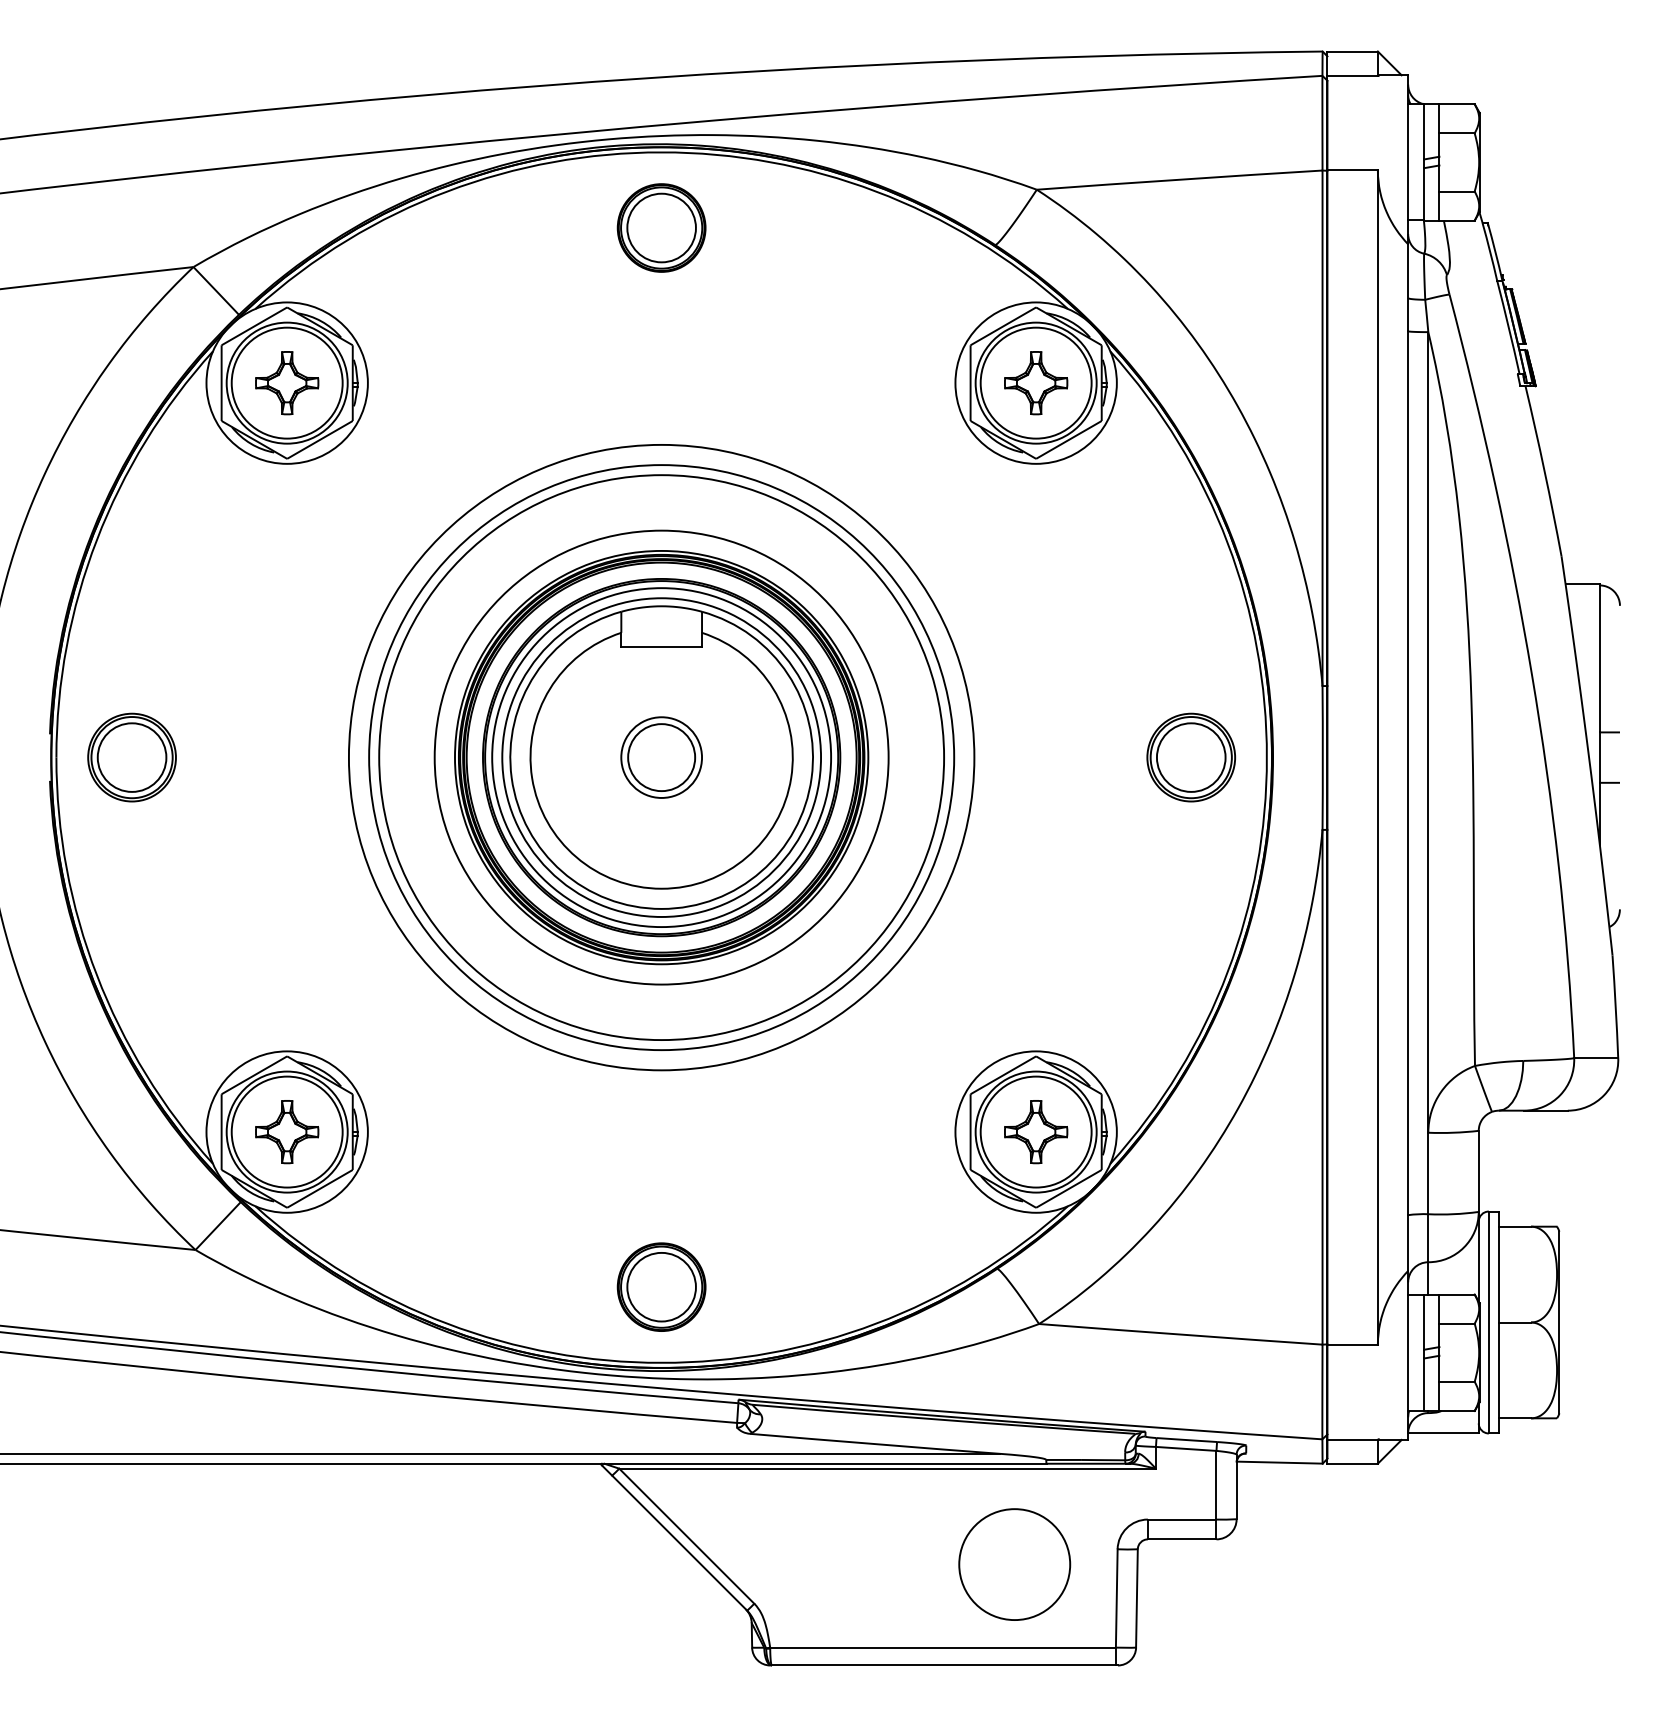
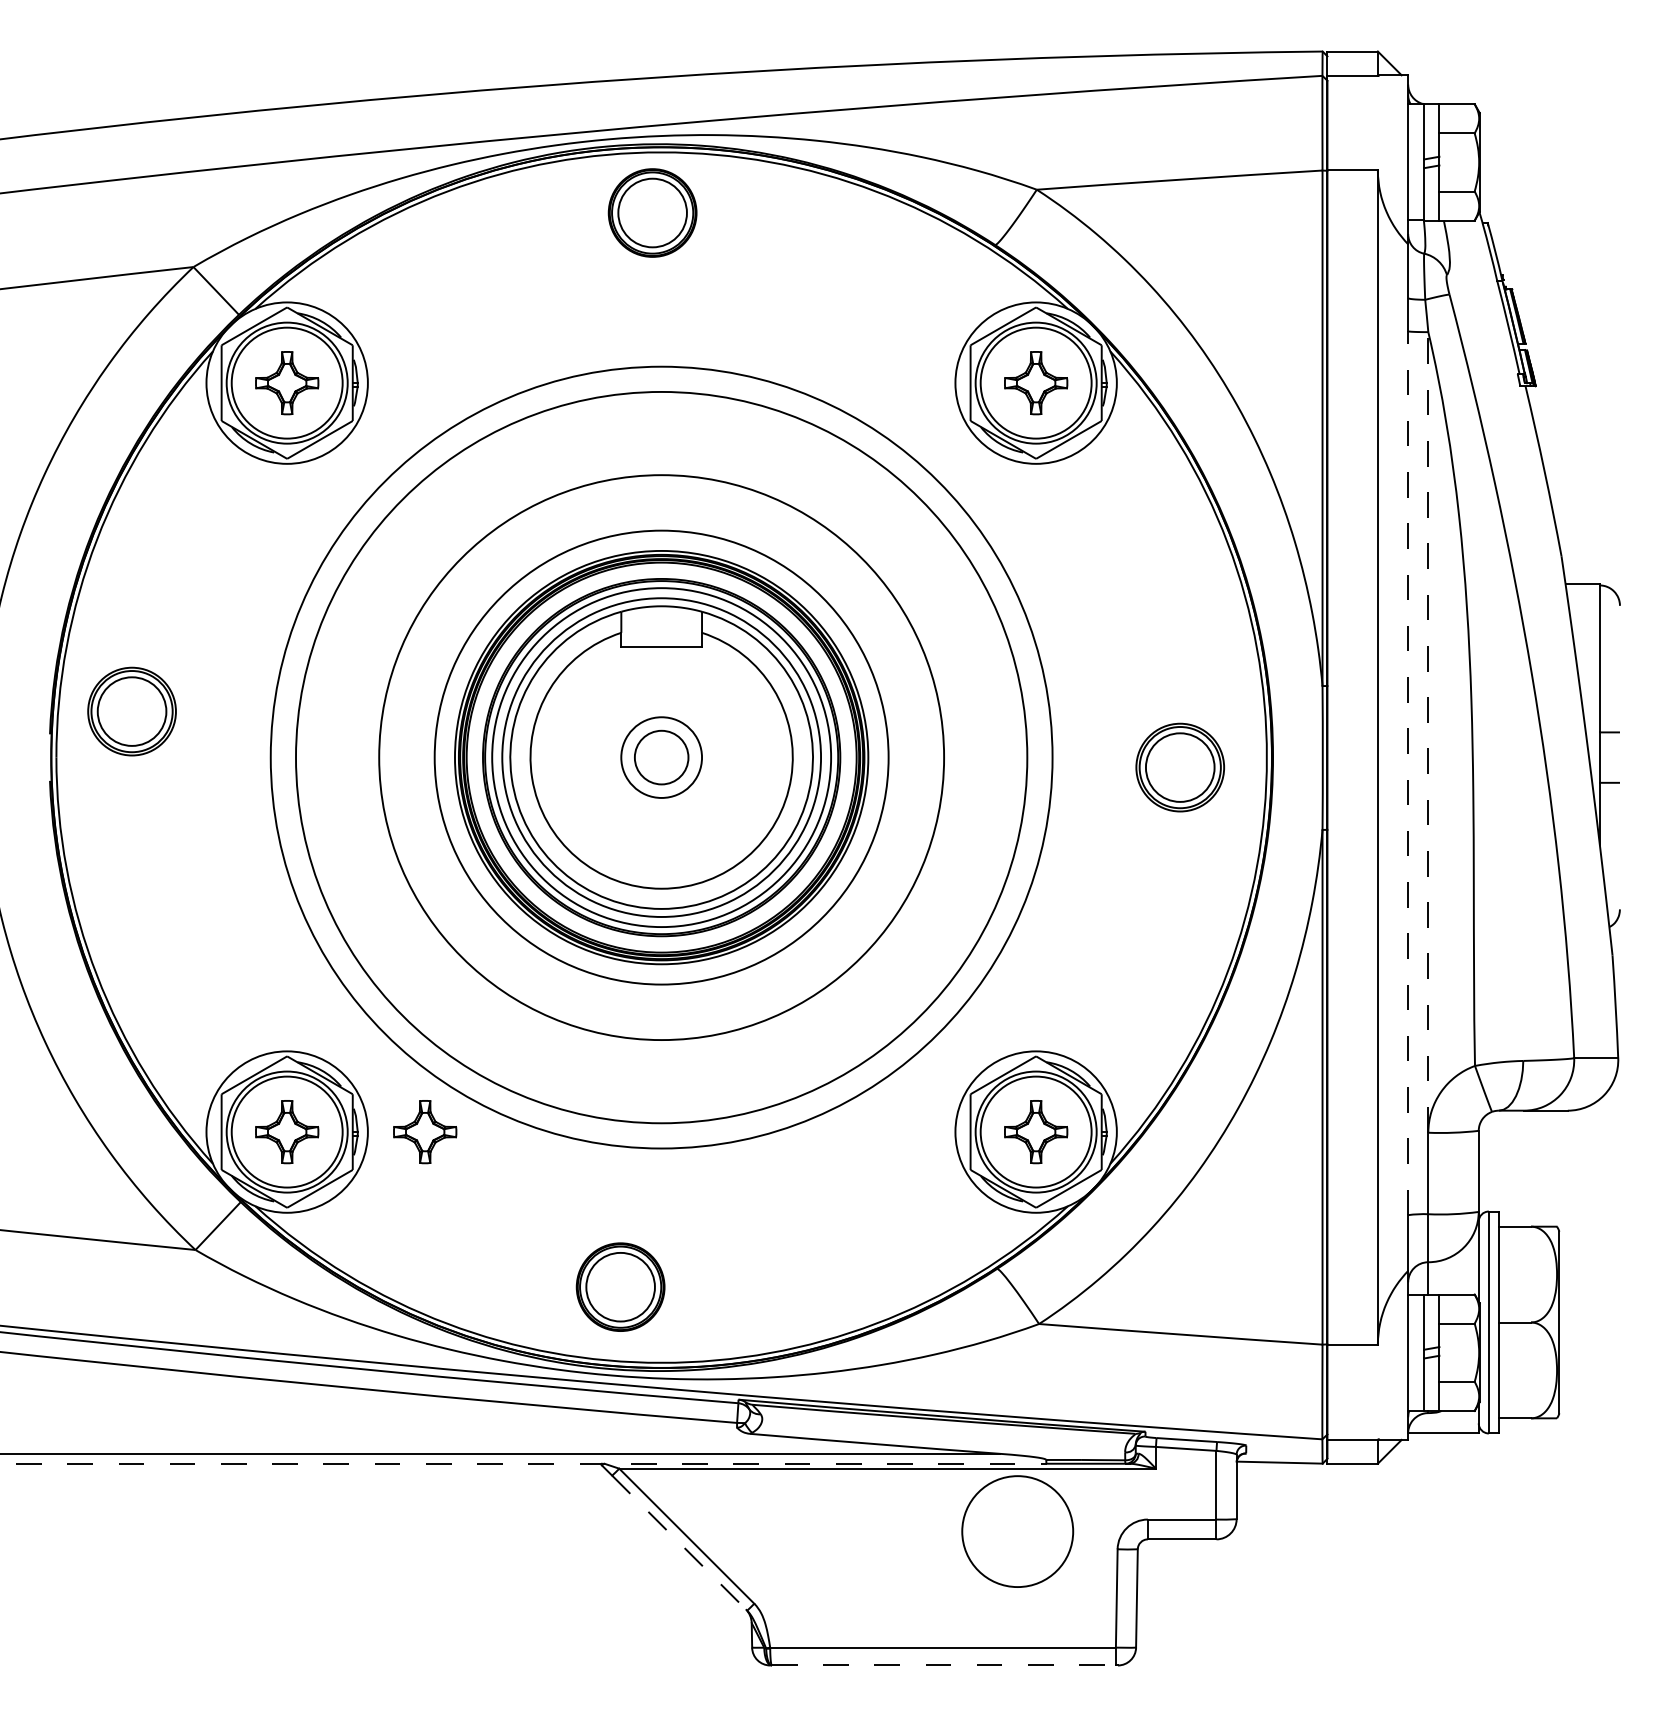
part at (661, 227) position: (661, 227) -> (652, 212)
line at (1428, 731): solid -> dashed
part at (131, 757) position: (131, 757) -> (131, 711)
circle at (661, 757) diameter: 585 px -> 731 px
circle at (661, 757) diameter: 625 px -> 782 px
circle at (661, 757) diameter: 67 px -> 54 px
part at (1191, 757) position: (1191, 757) -> (1180, 767)
line at (1408, 773): solid -> dashed
part at (425, 1132): none -> present
part at (661, 1286) position: (661, 1286) -> (620, 1286)
line at (523, 1463): solid -> dashed
line at (680, 1543): solid -> dashed
circle at (1014, 1564) position: (1014, 1564) -> (1017, 1531)
line at (944, 1665): solid -> dashed
